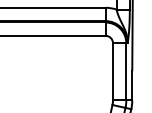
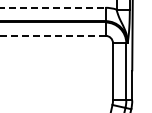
line at (53, 7): solid -> dashed
line at (52, 35): solid -> dashed
